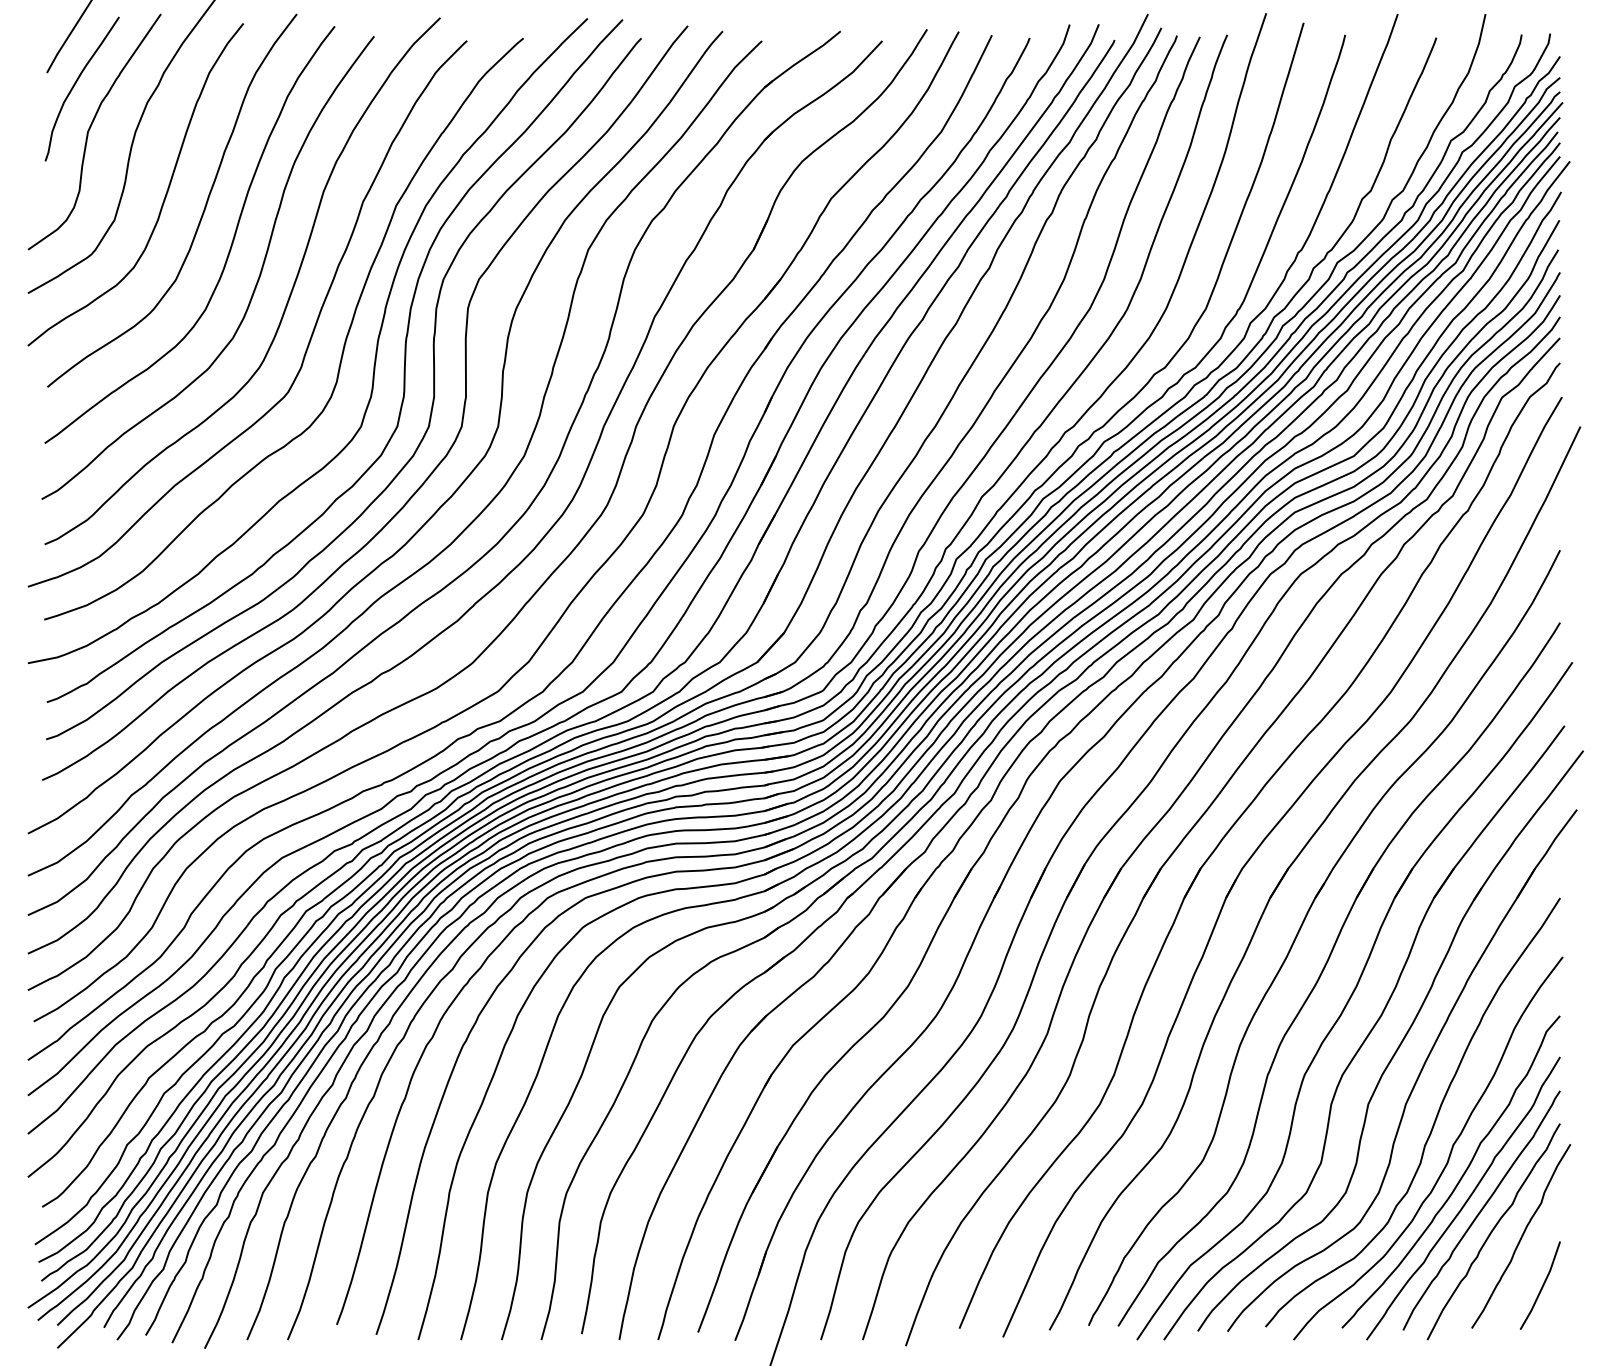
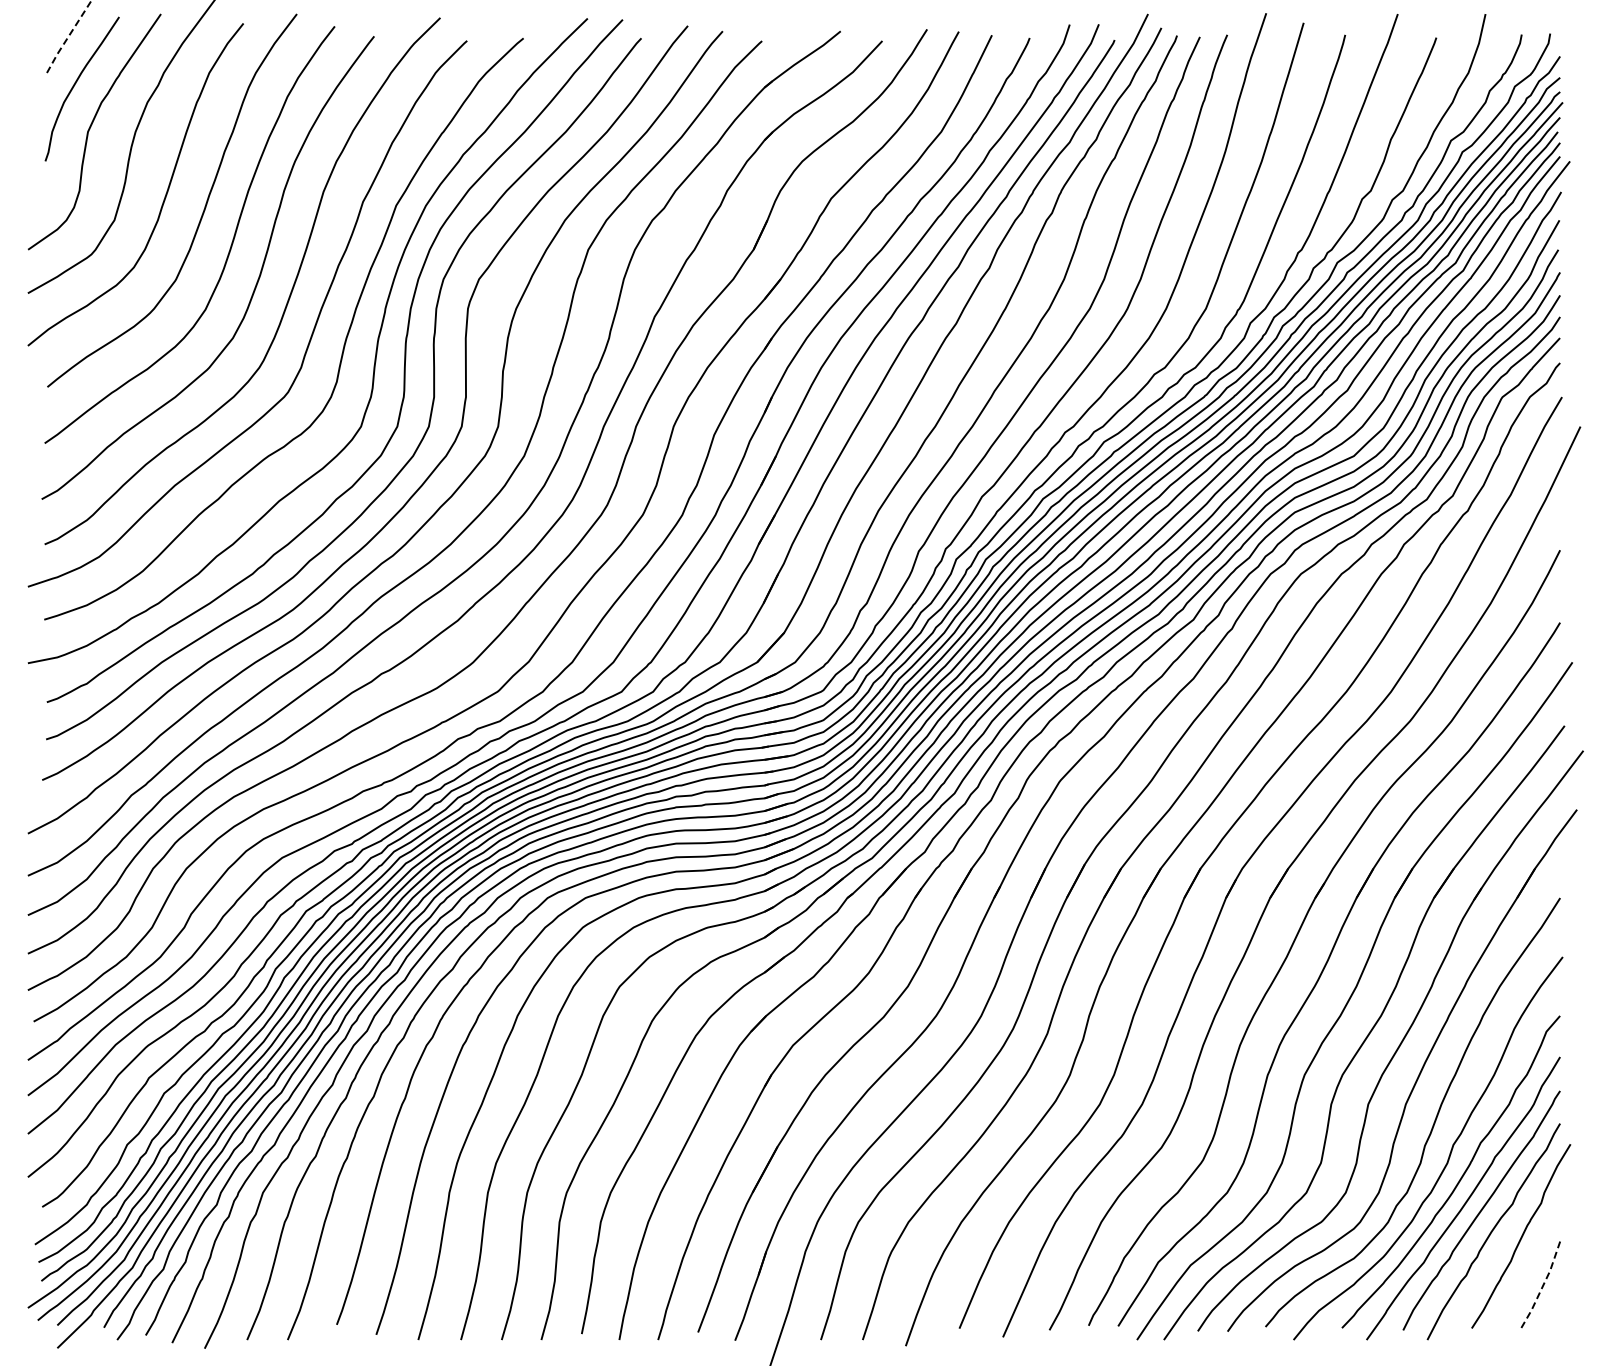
line at (68, 36): solid -> dashed
line at (1542, 1287): solid -> dashed
